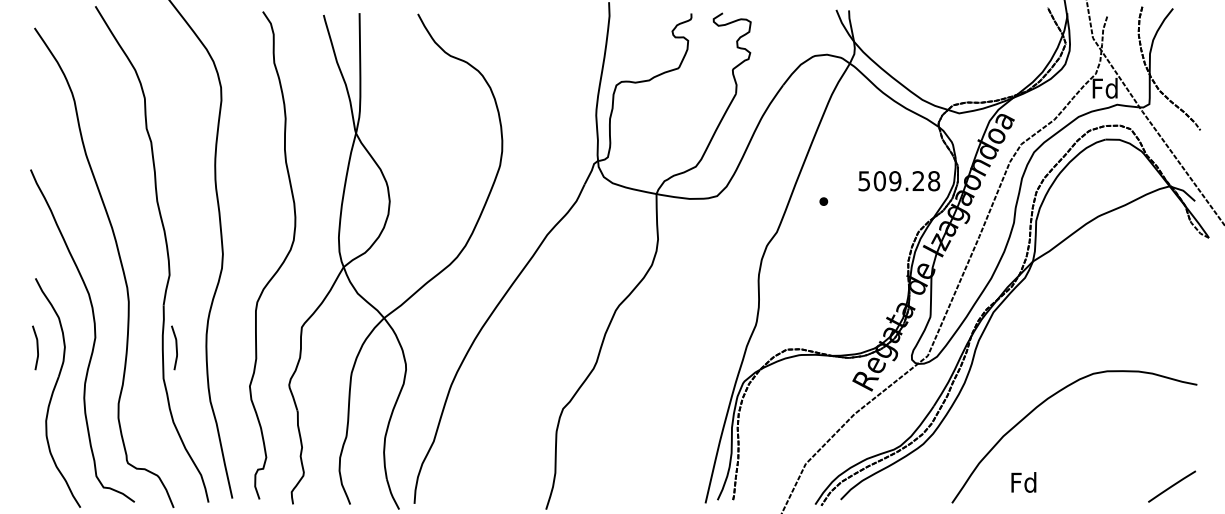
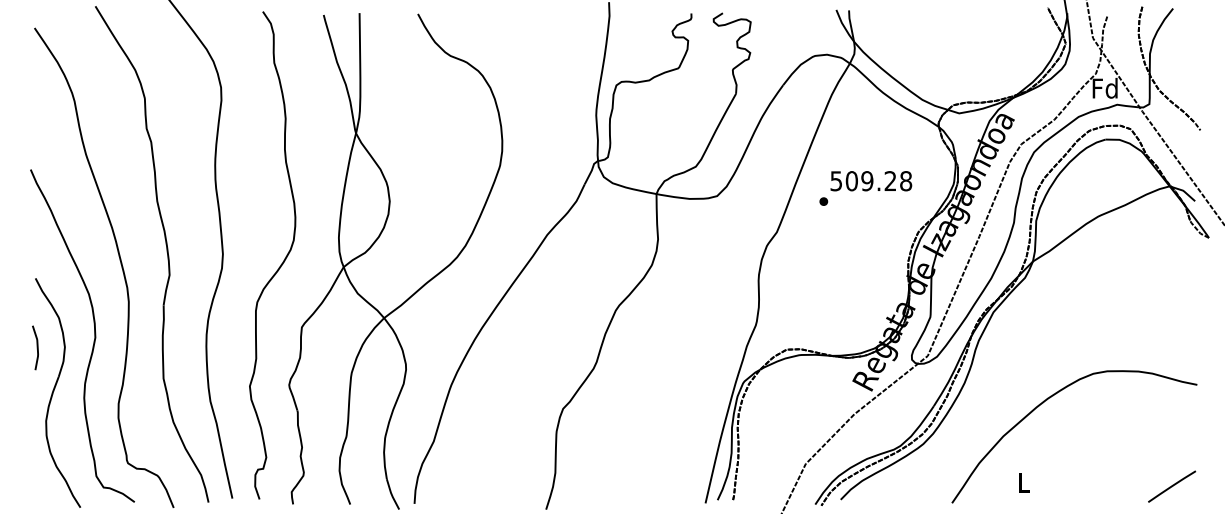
text at (899, 181) position: (899, 181) -> (871, 181)
curve at (175, 347): present -> none
text at (1023, 482): Fd -> L
